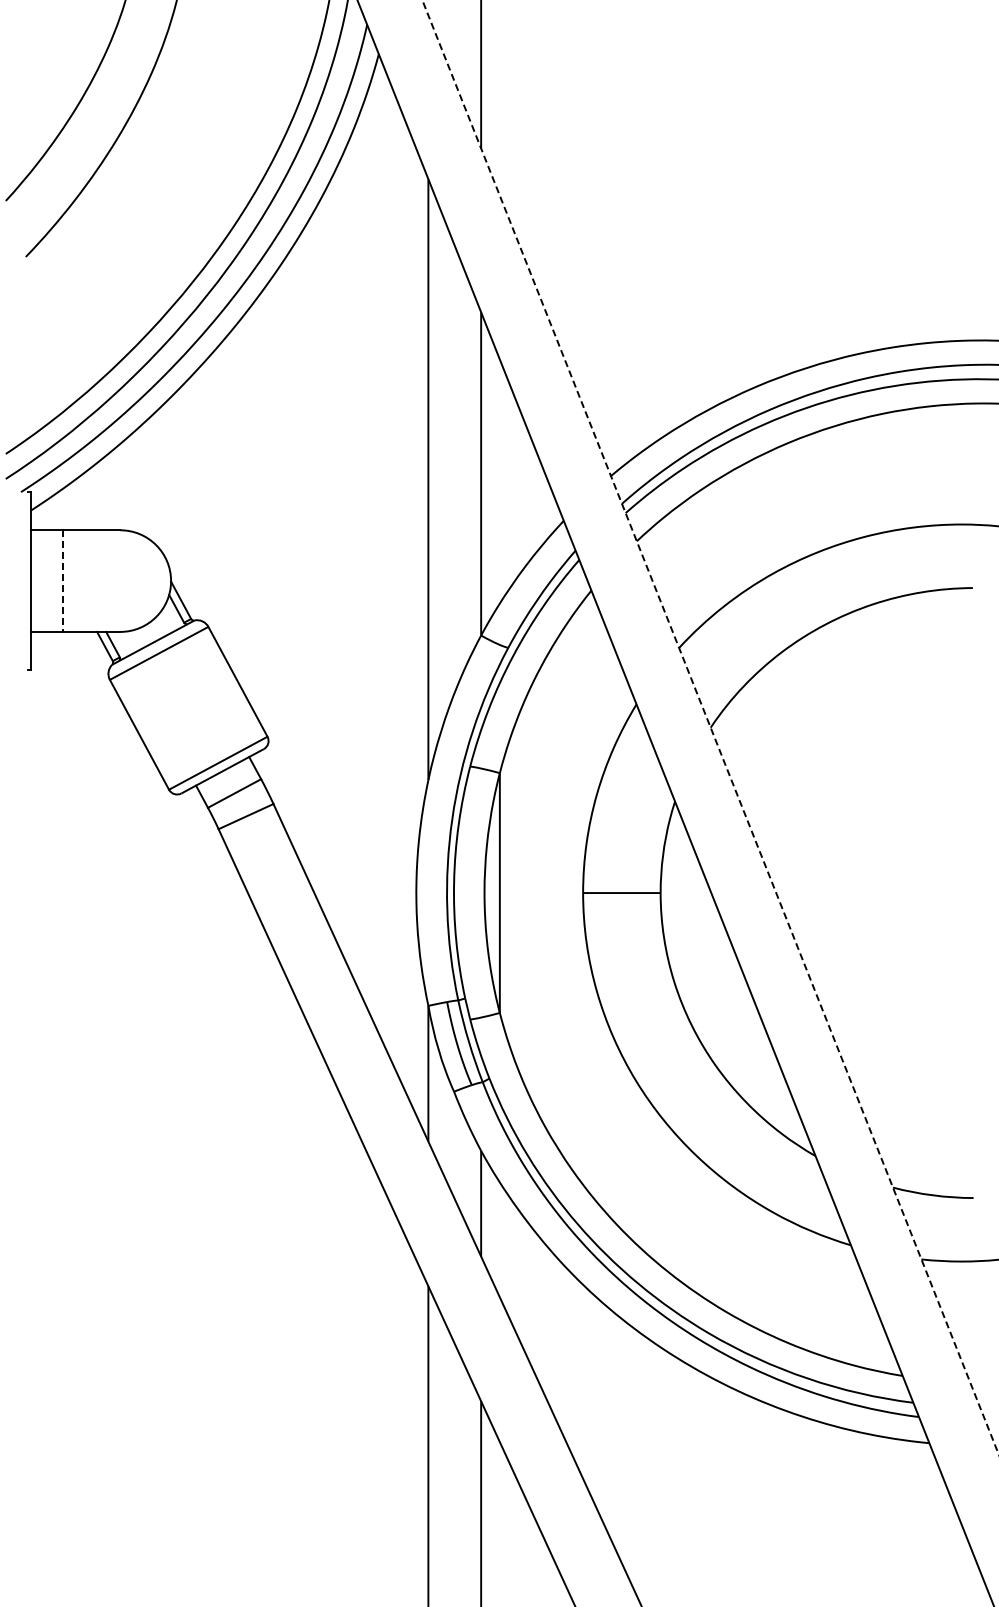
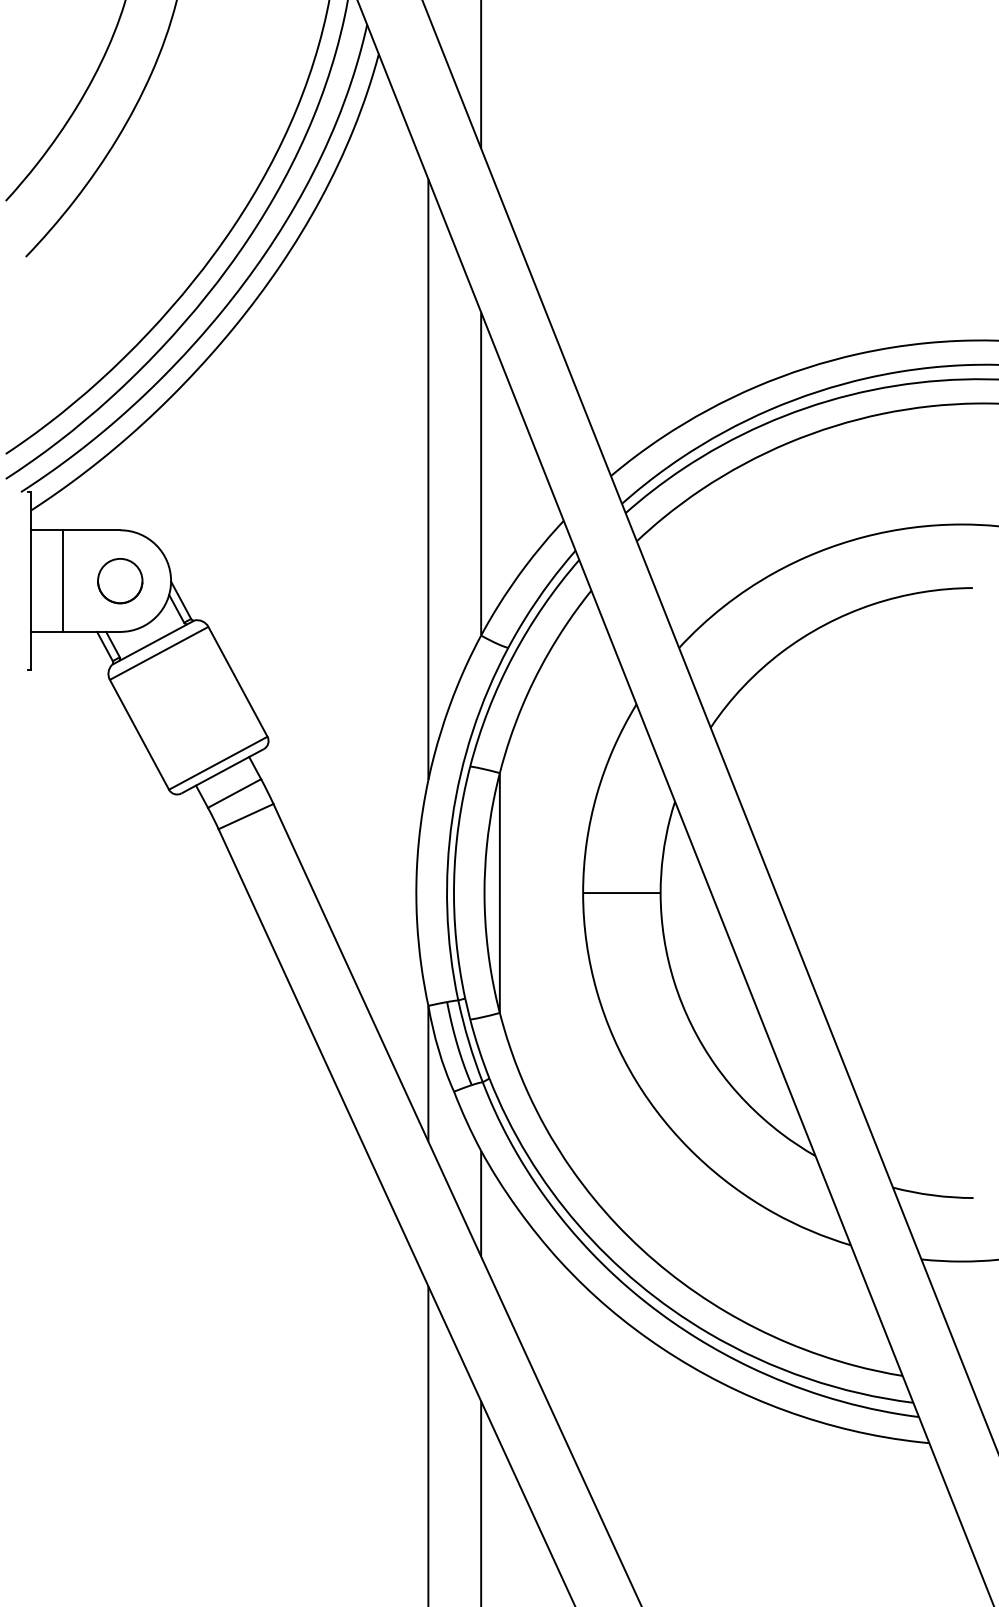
line at (63, 581): dashed -> solid
circle at (120, 581): none -> present
line at (710, 727): dashed -> solid
